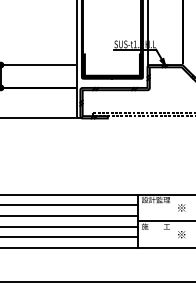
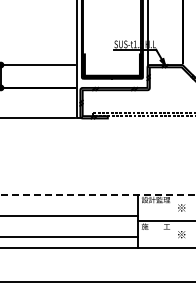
line at (98, 194): solid -> dashed
line at (70, 205): present -> none
line at (70, 226): present -> none
